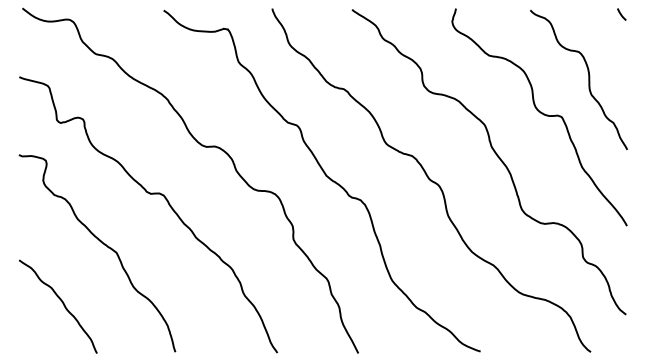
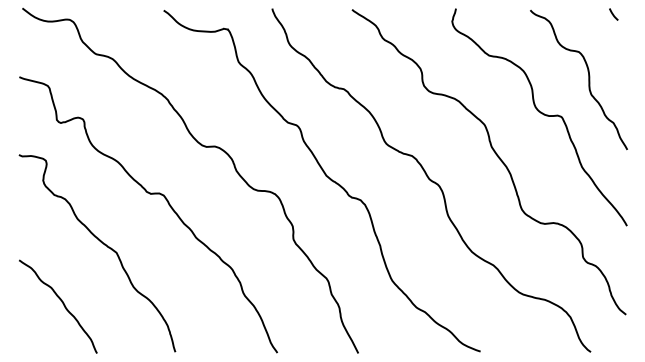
line at (621, 14) position: (621, 14) -> (613, 14)
